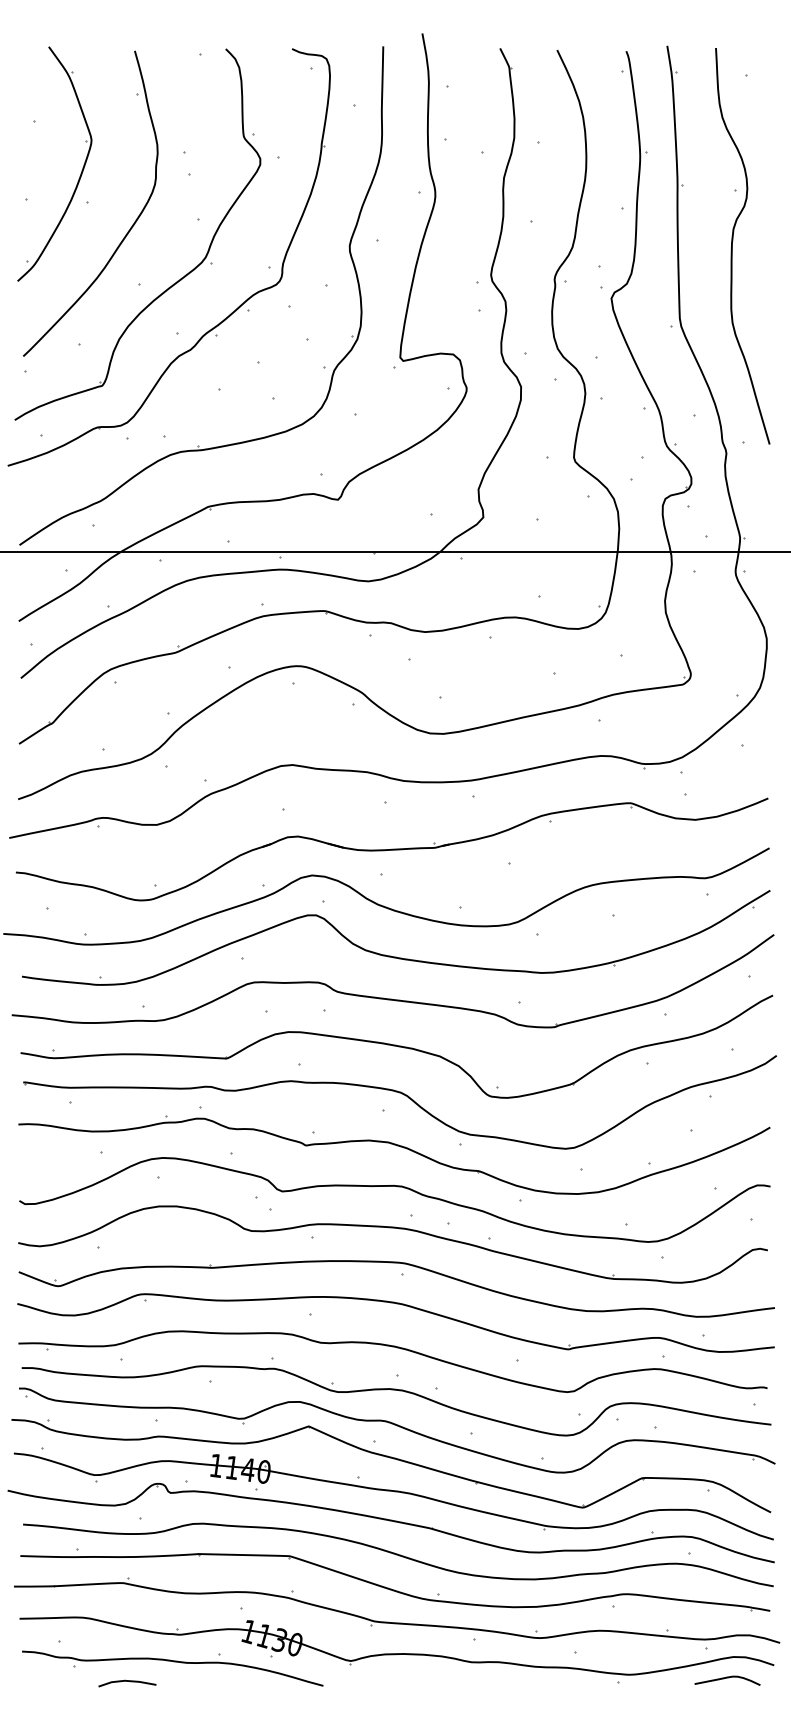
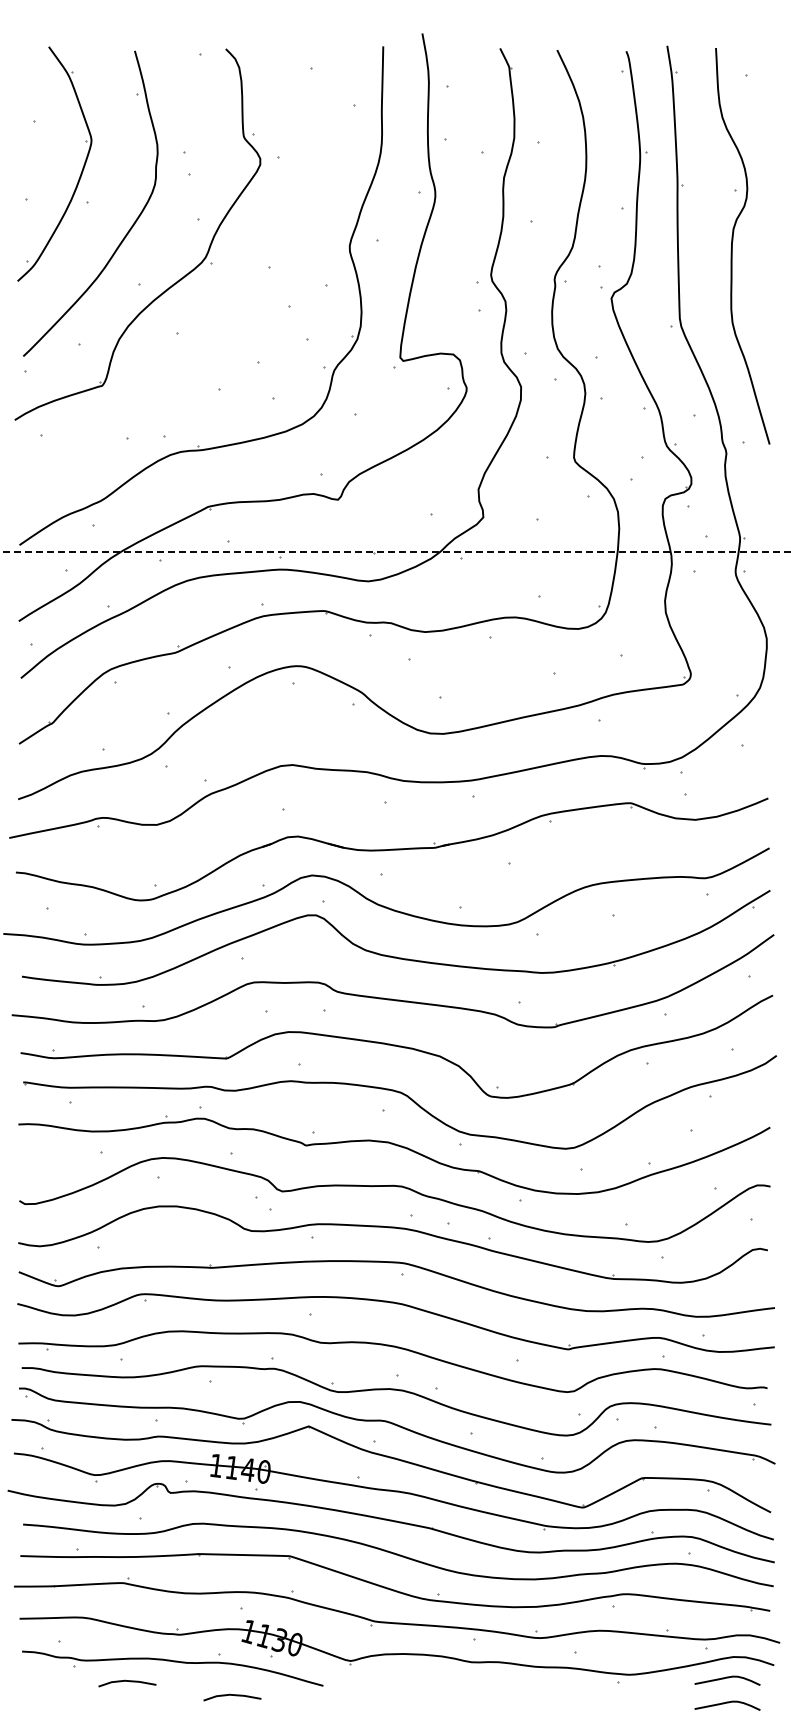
part at (219, 322): present -> none
line at (395, 551): solid -> dashed
line at (232, 1695): none -> present
curve at (727, 1703): none -> present
